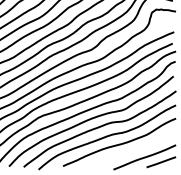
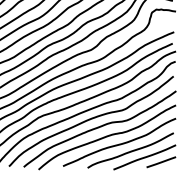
curve at (130, 150): none -> present
